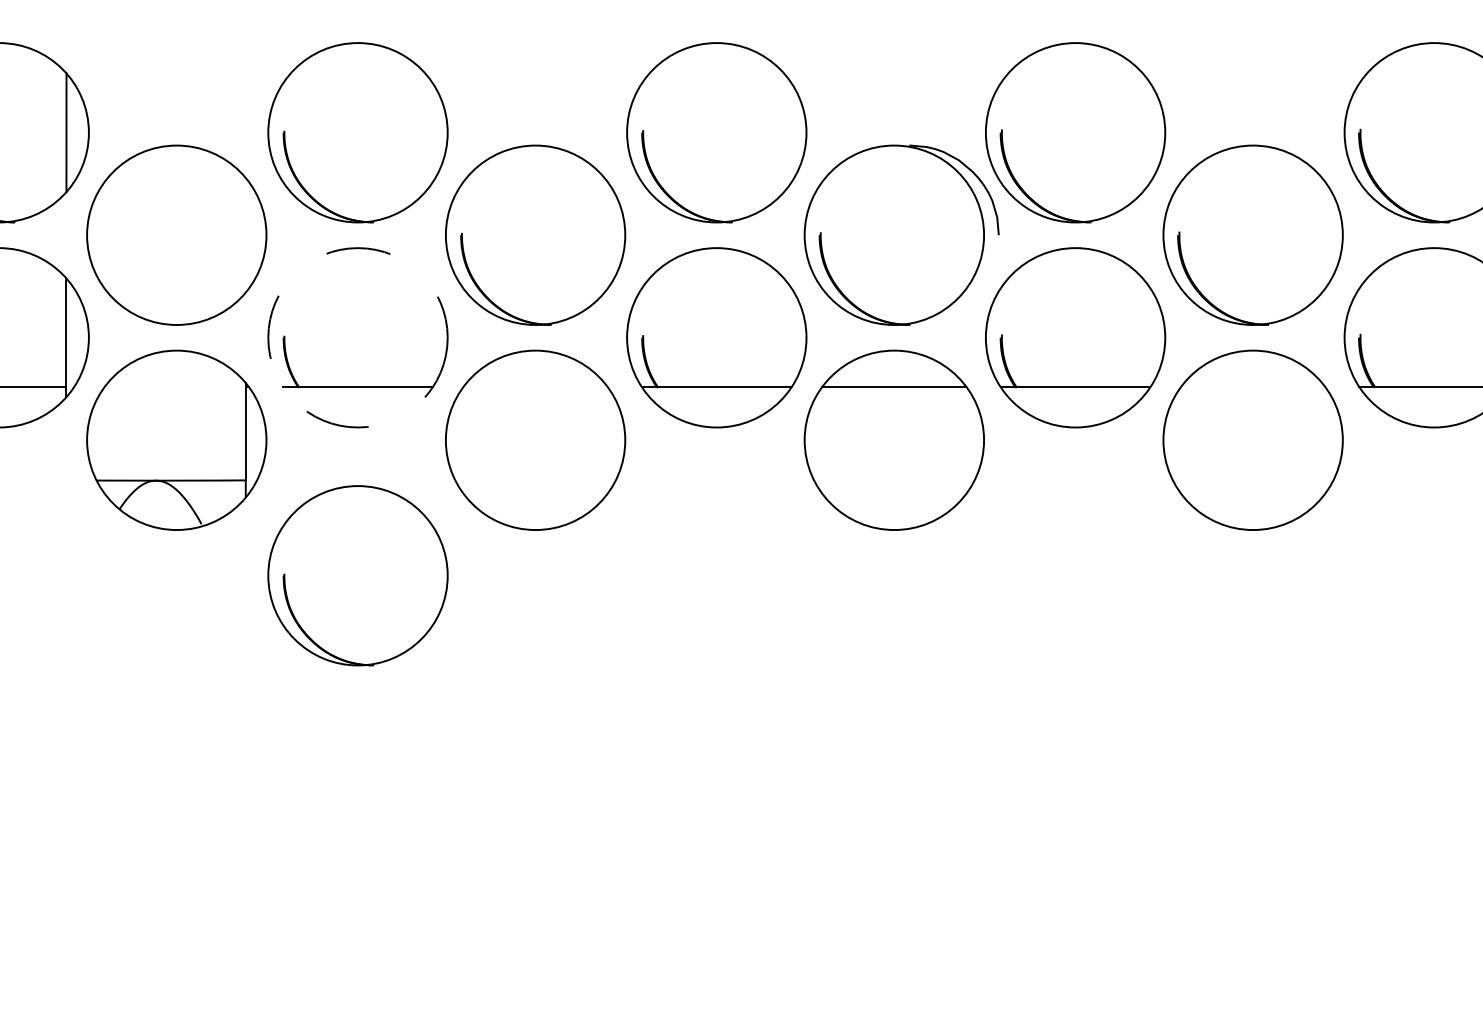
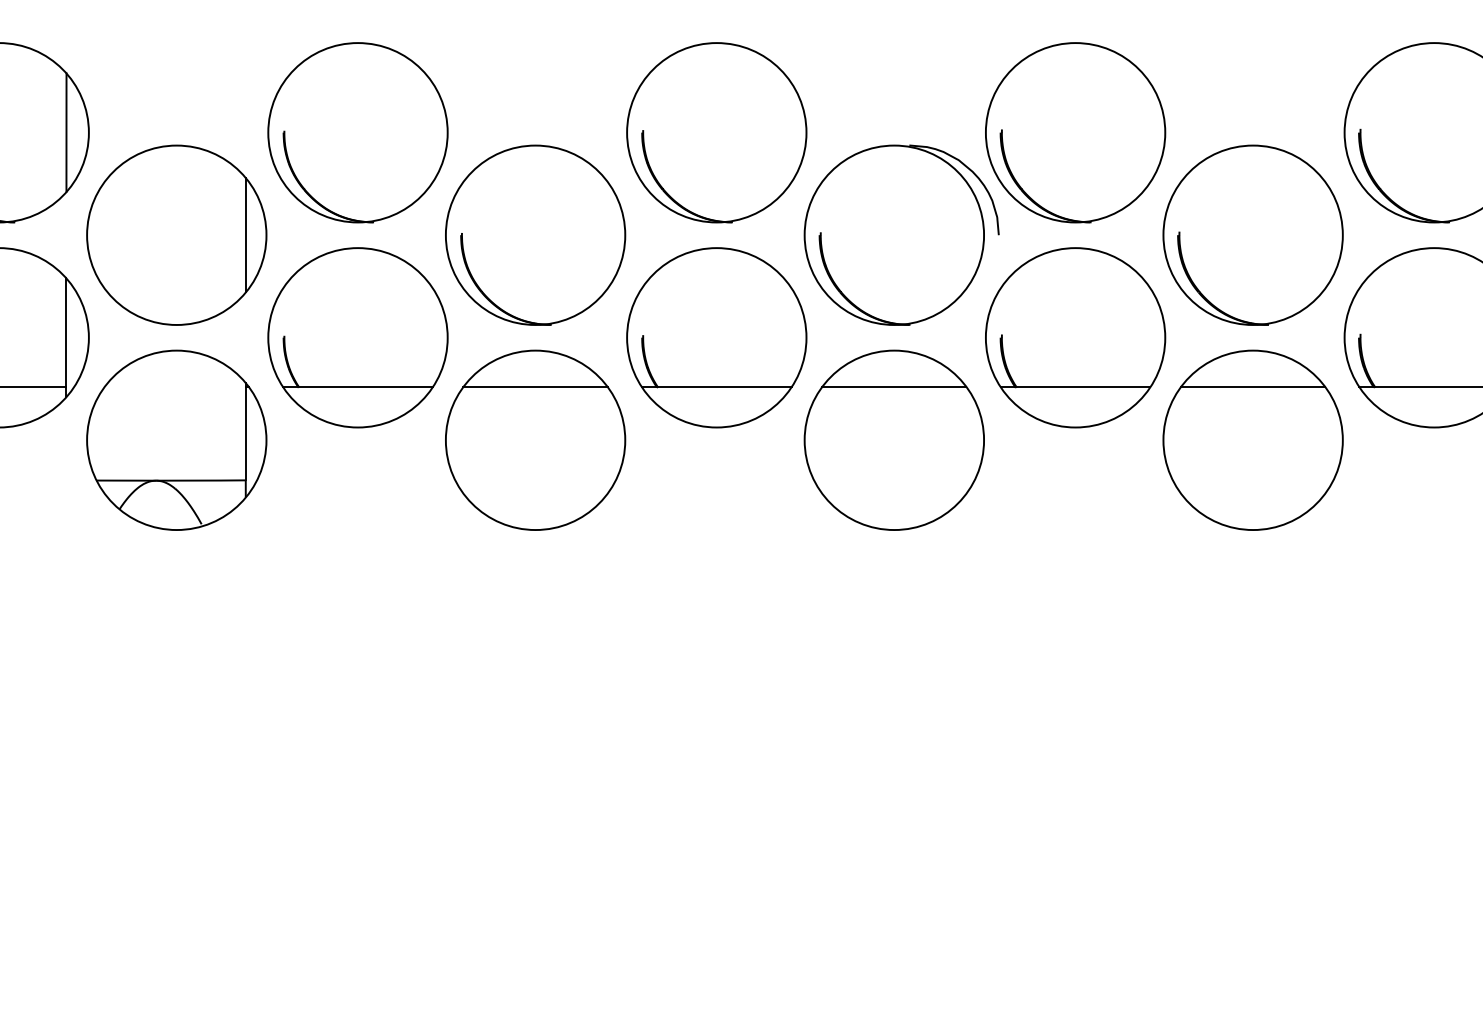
line at (245, 234): none -> present
circle at (357, 337): dashed -> solid
line at (535, 387): none -> present
line at (1252, 387): none -> present
part at (357, 575): present -> none
